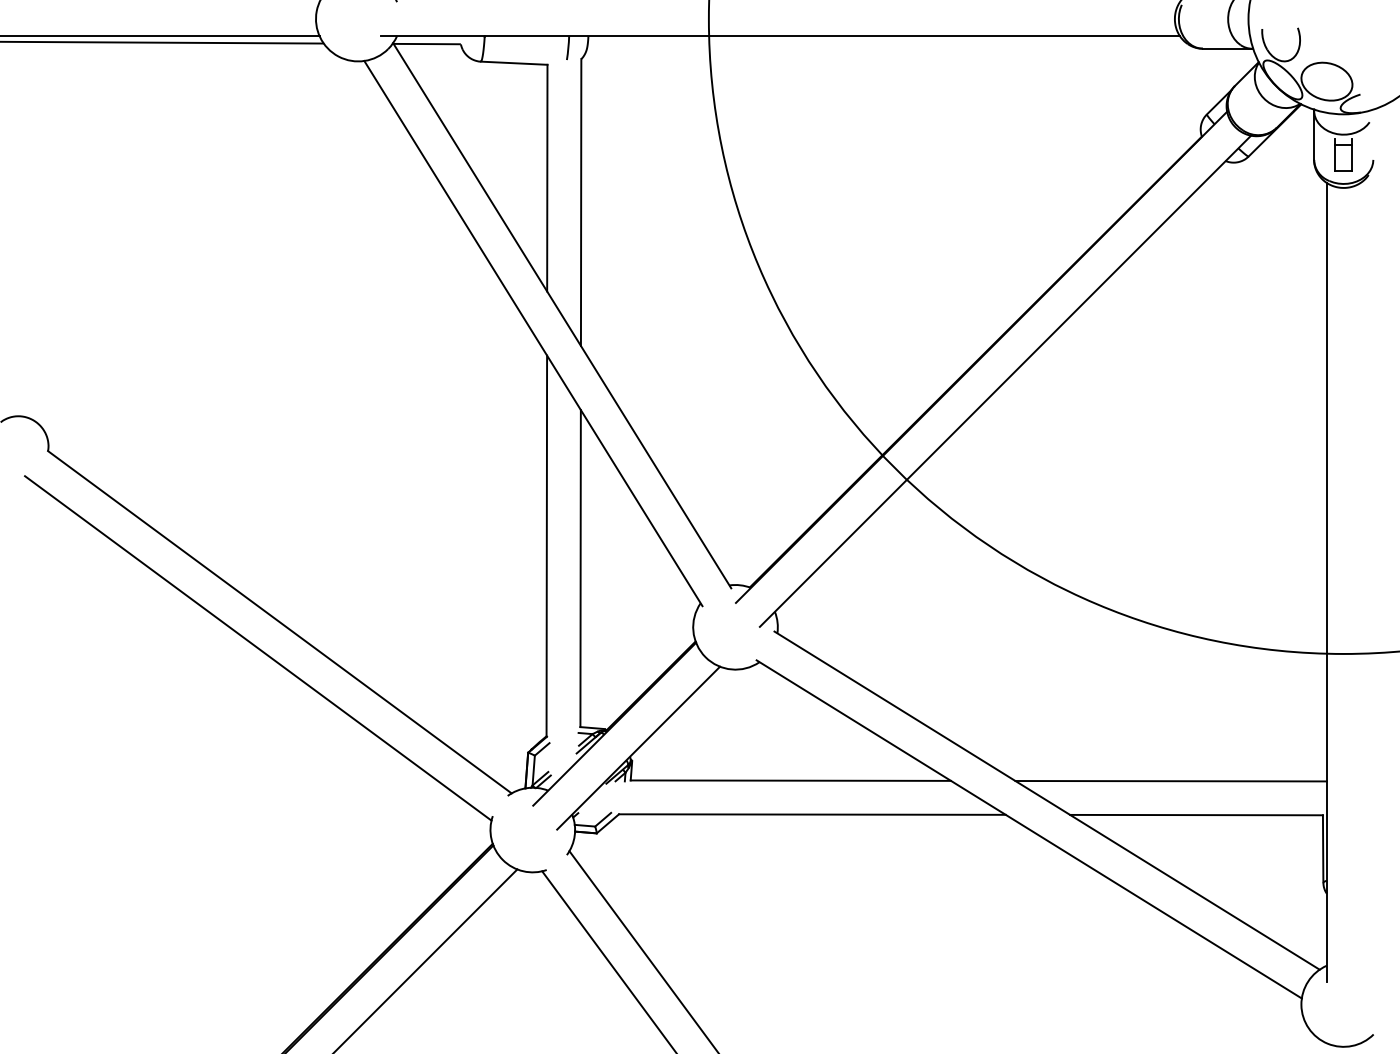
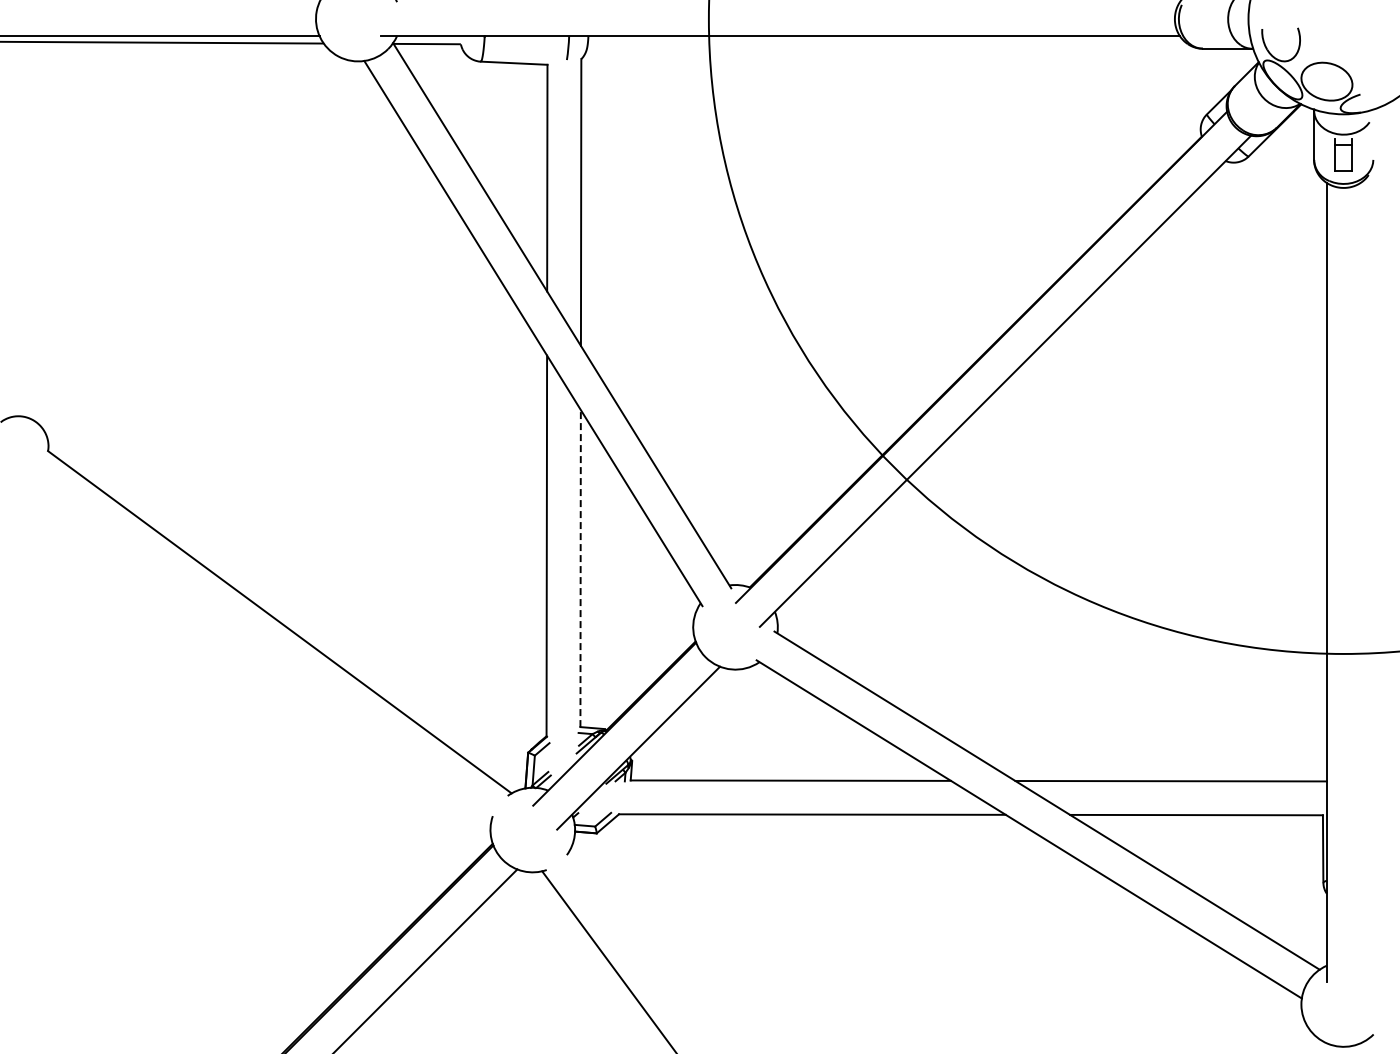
line at (580, 568): solid -> dashed
line at (258, 648): present -> none
line at (642, 950): present -> none
